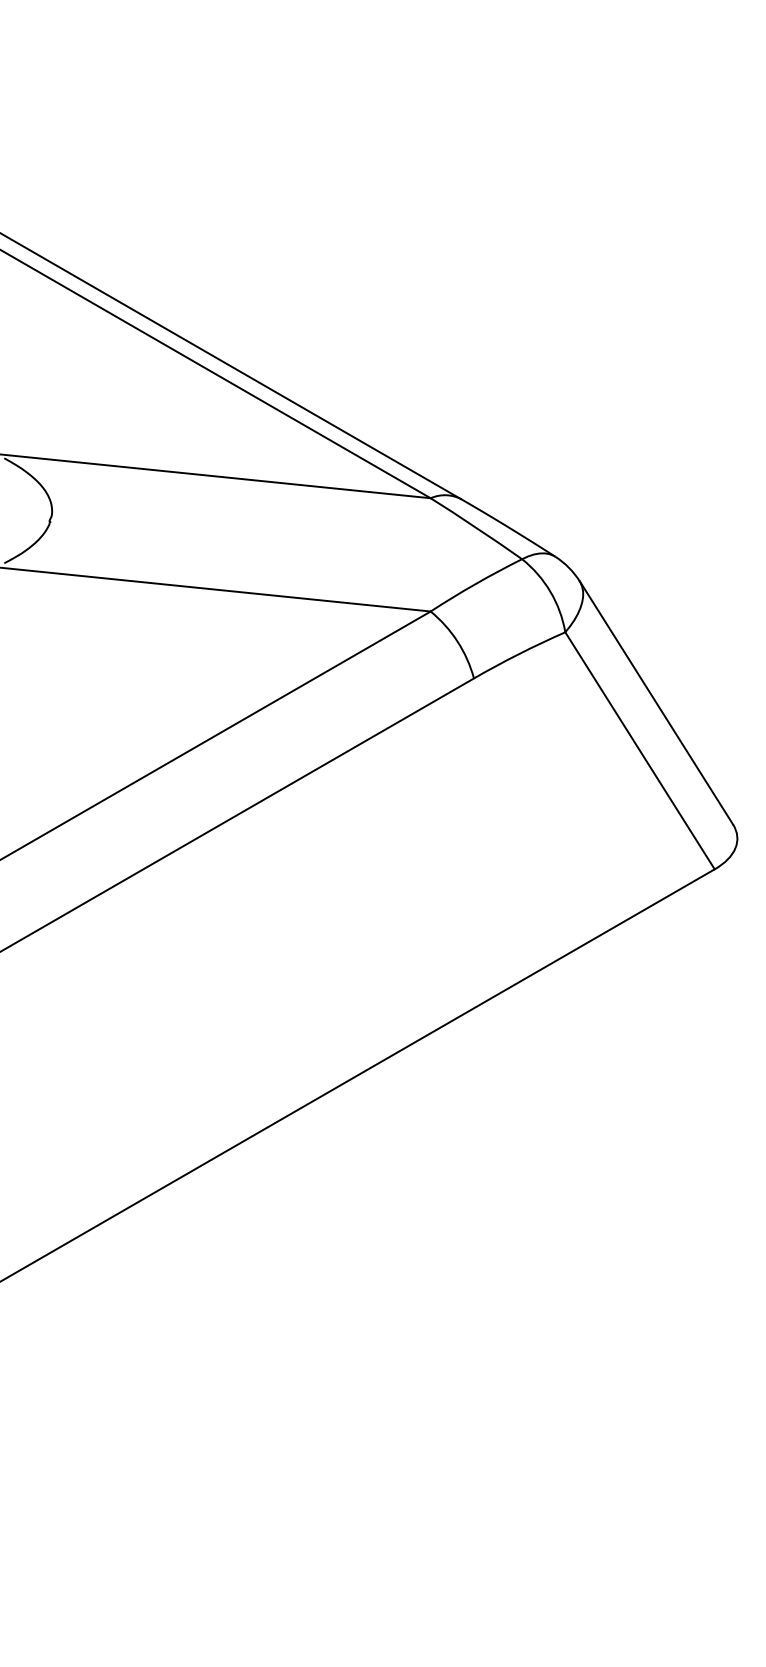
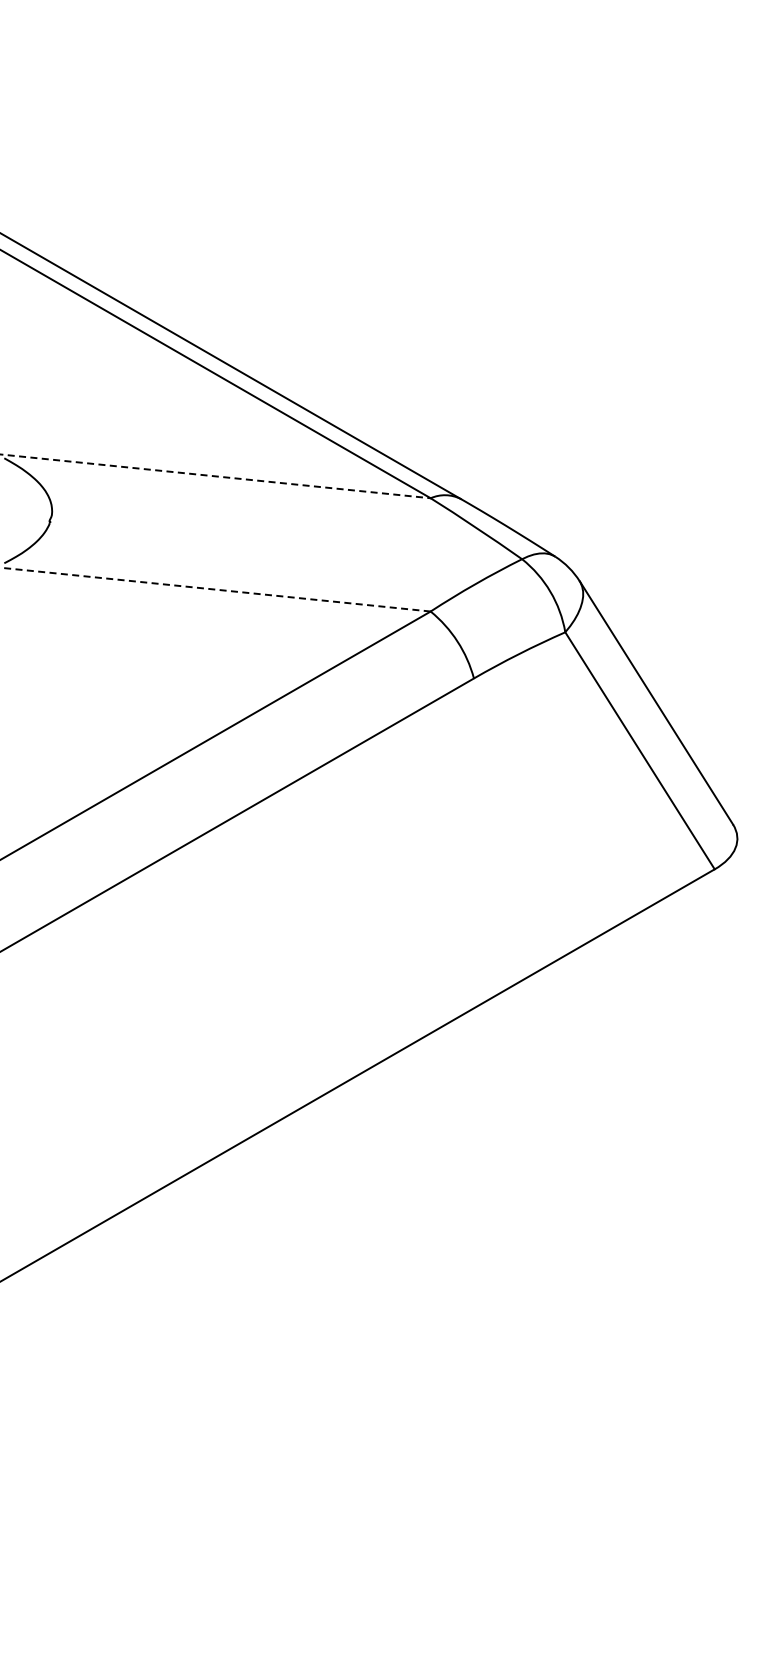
line at (216, 476): solid -> dashed
line at (215, 589): solid -> dashed
